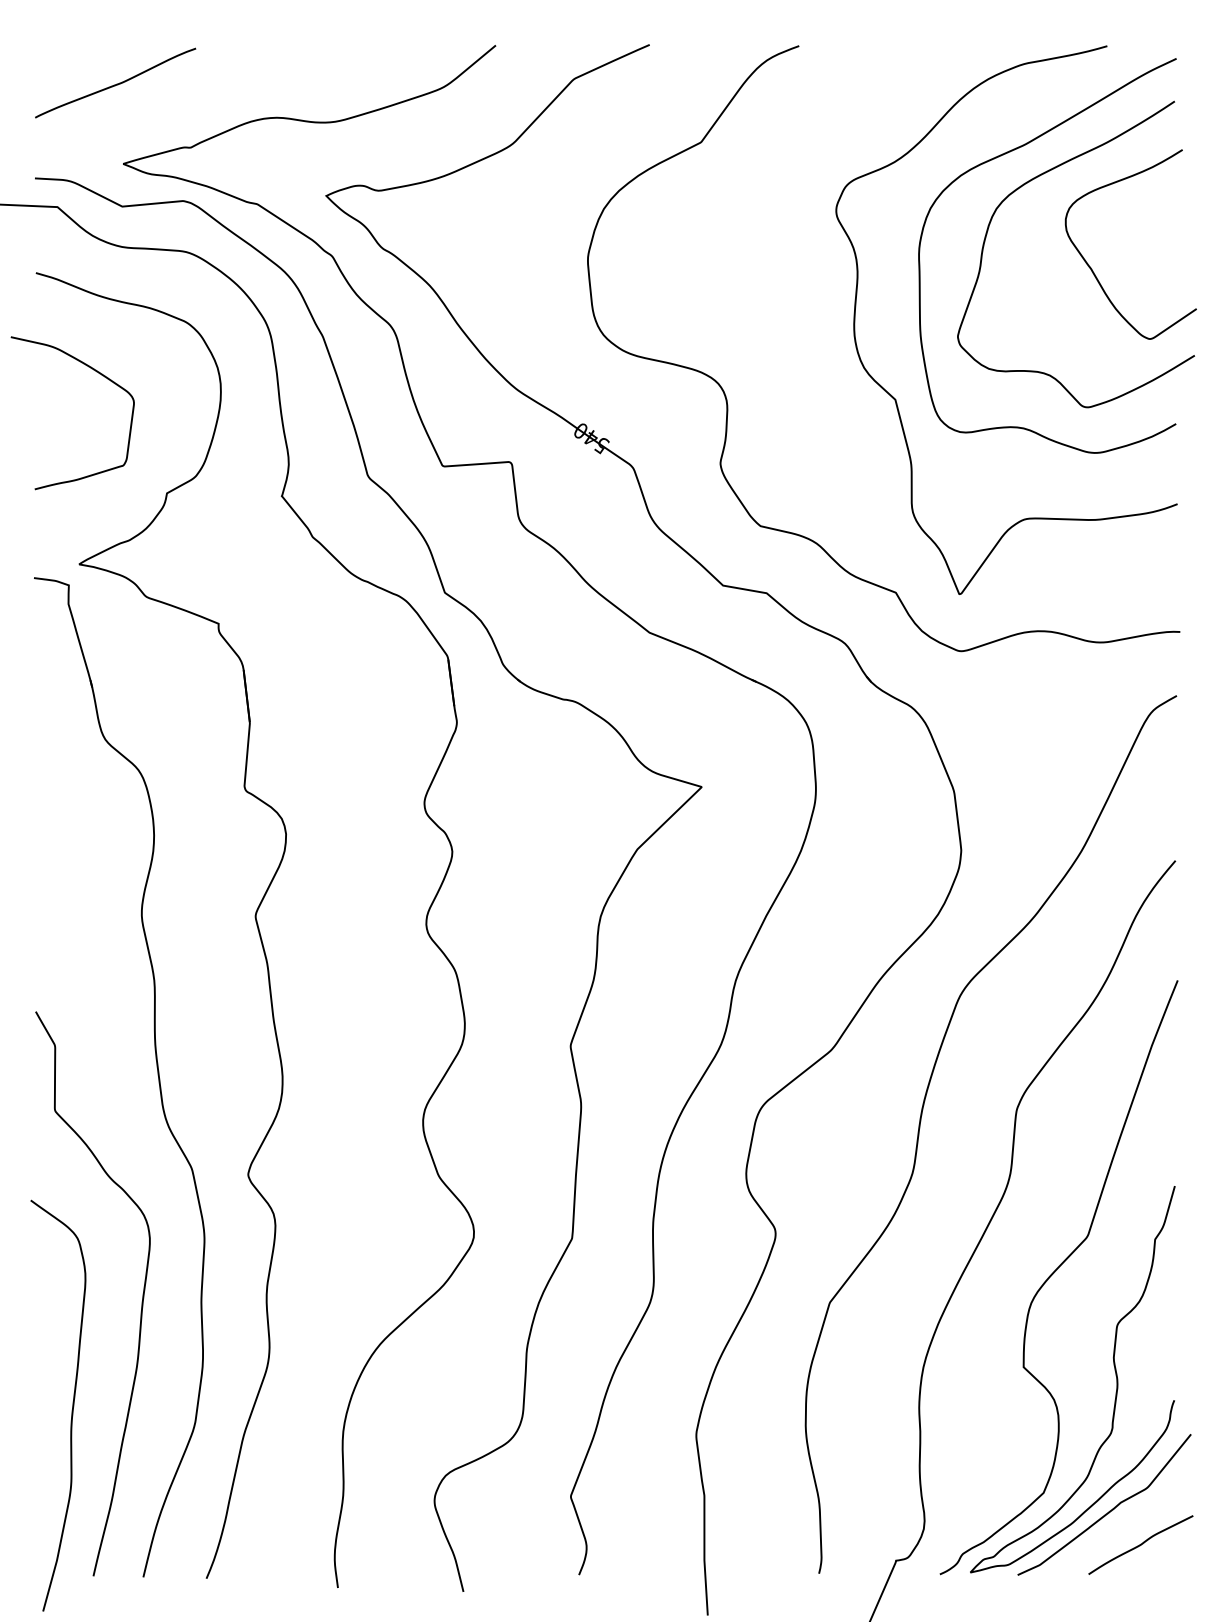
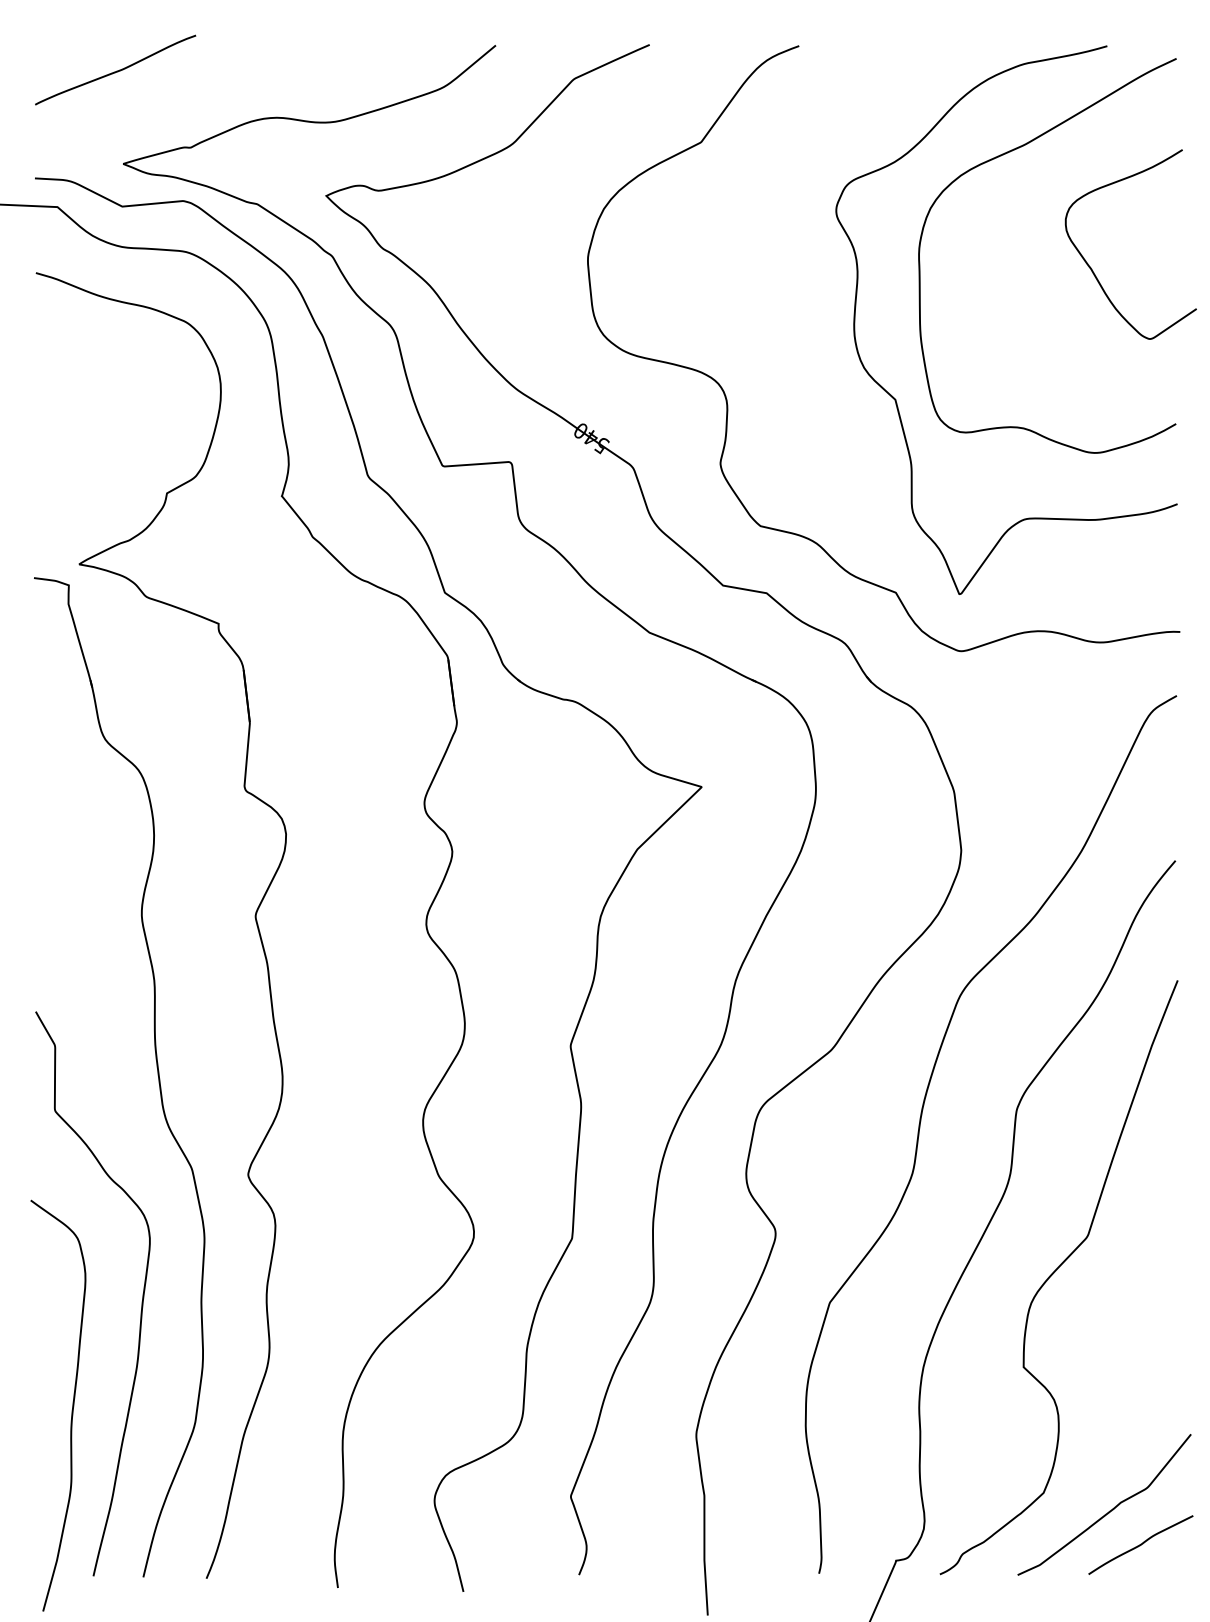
curve at (116, 83) position: (116, 83) -> (116, 70)
curve at (1036, 178): present -> none
curve at (99, 374): present -> none
curve at (1114, 1370): present -> none
